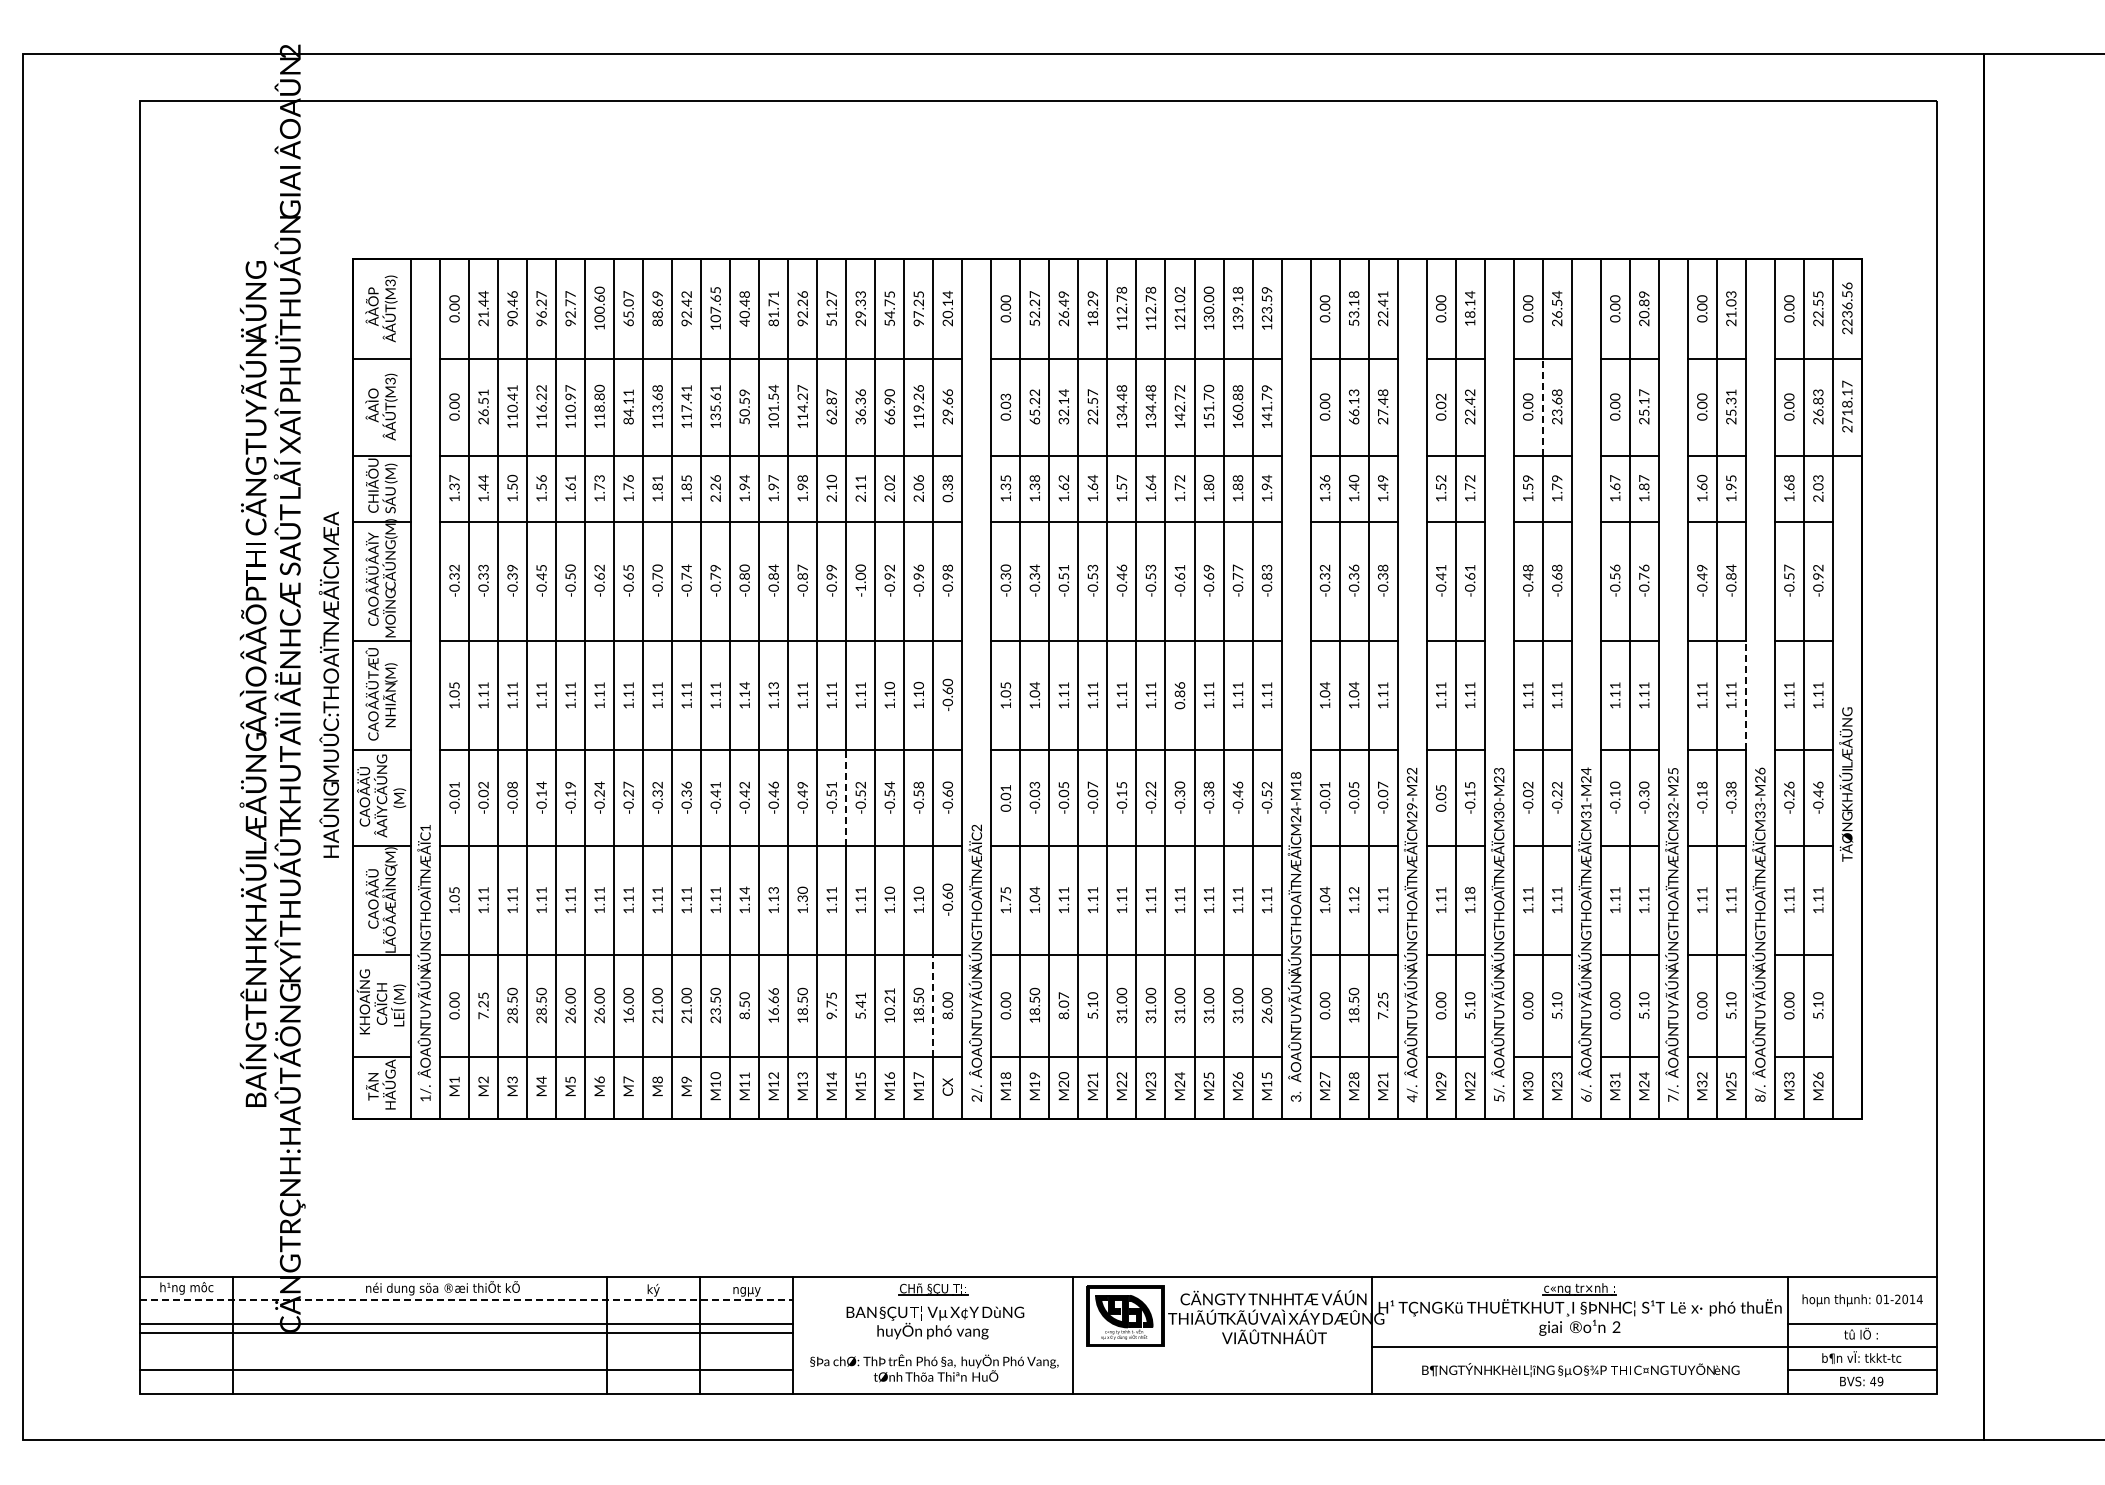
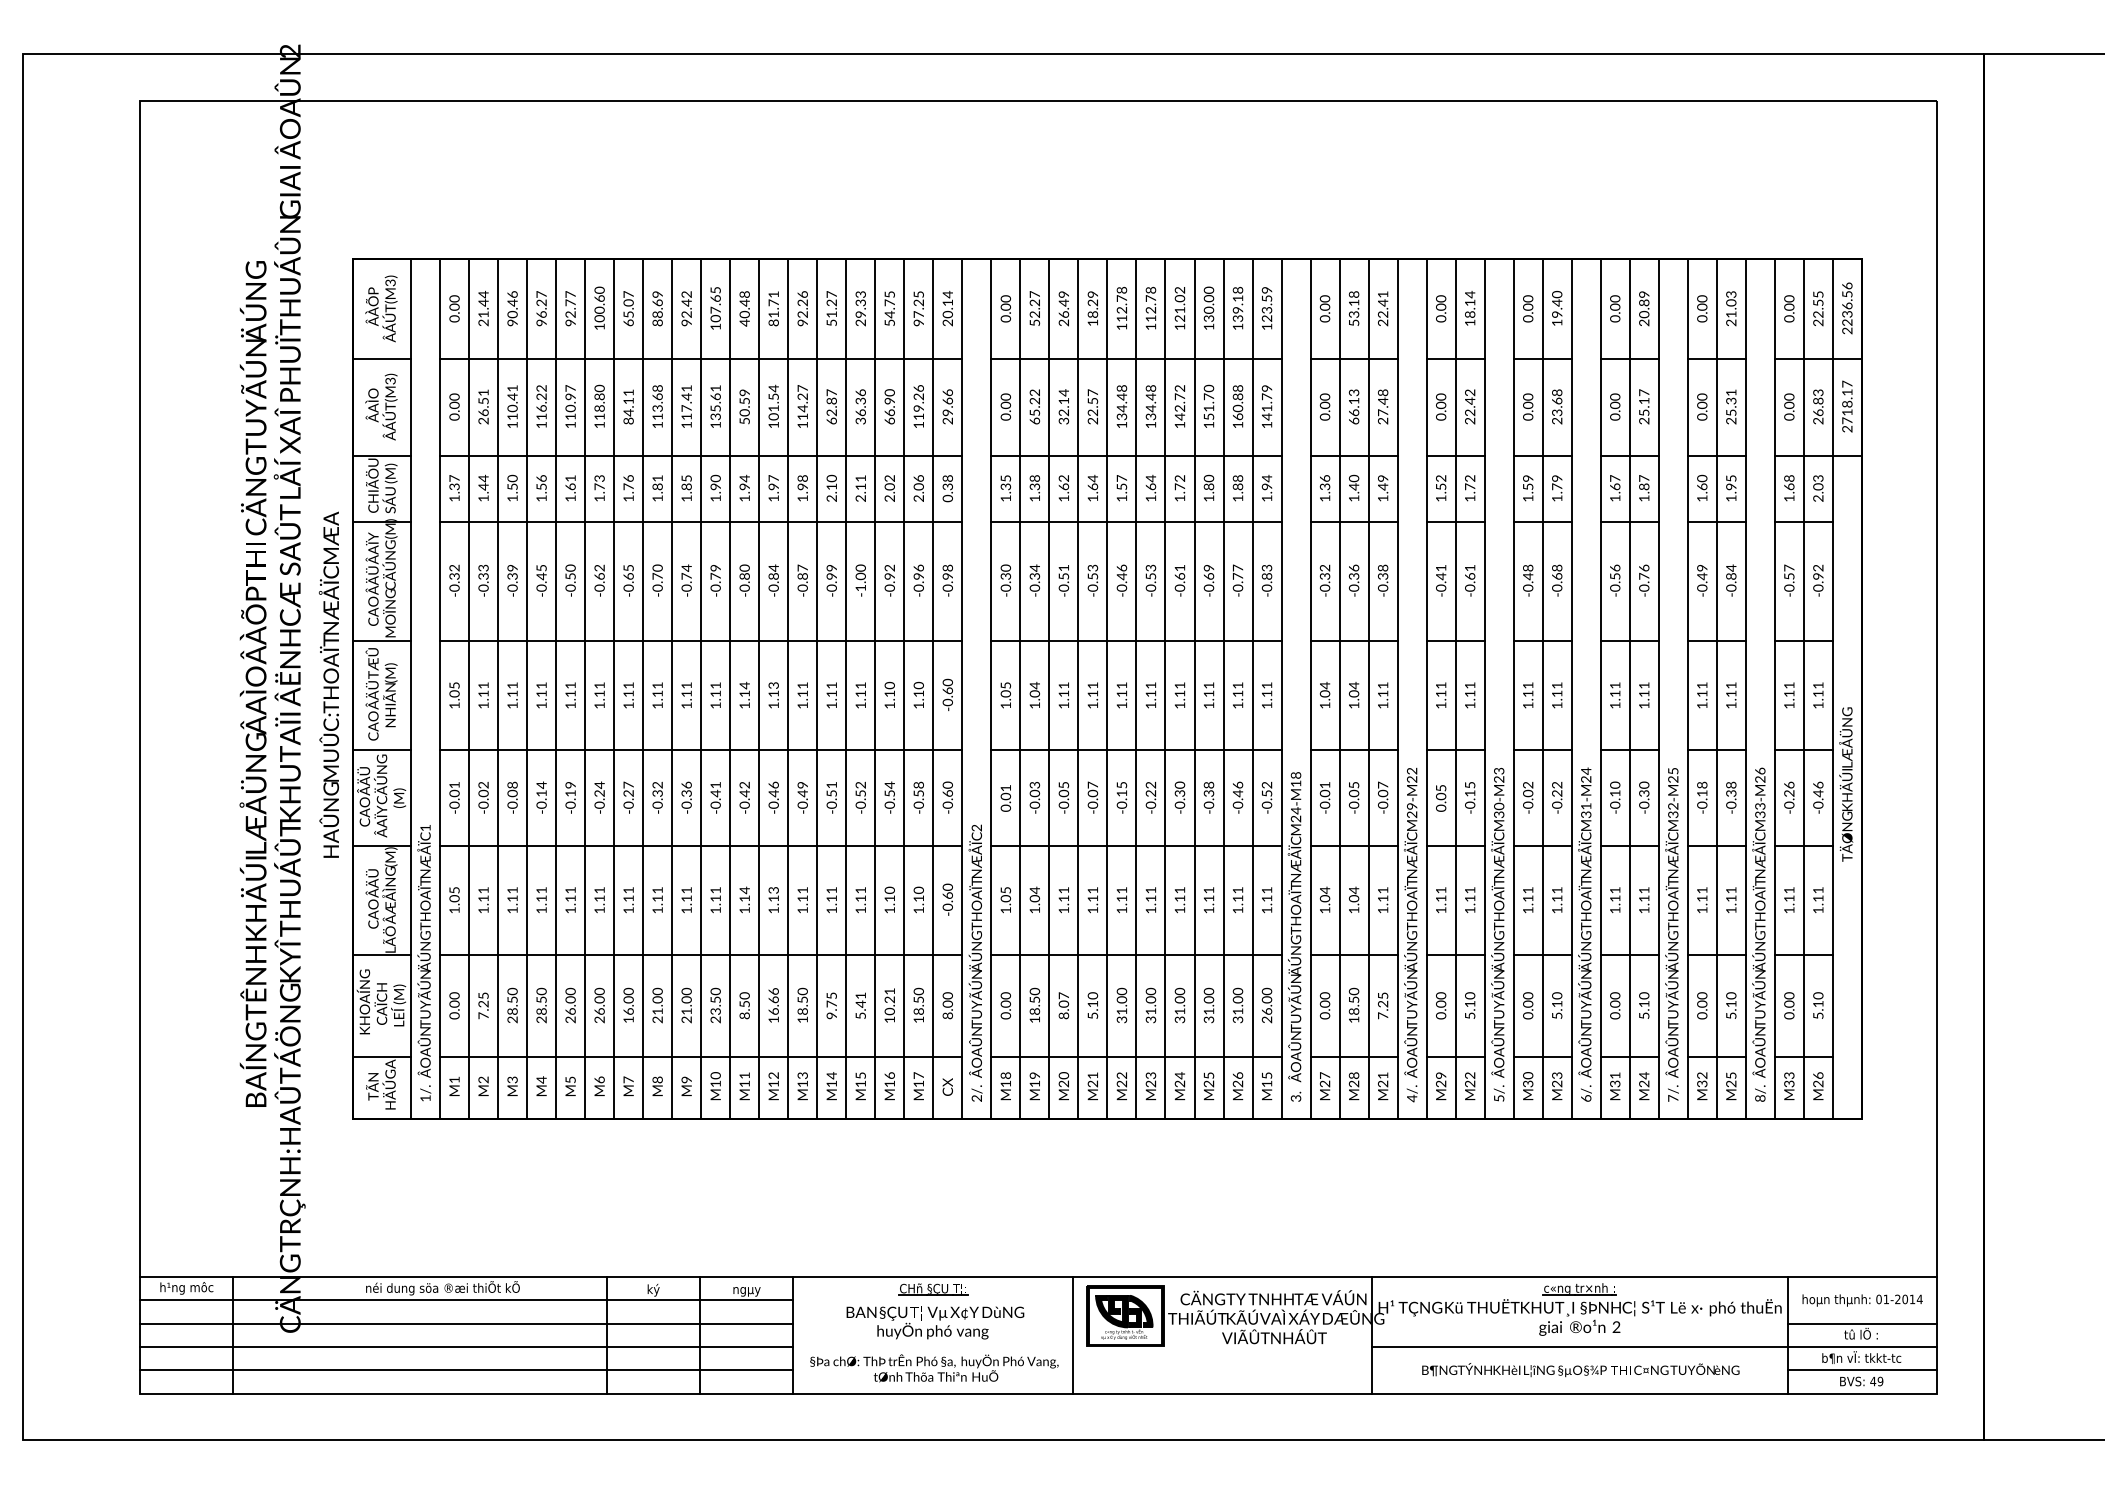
text at (1557, 308): 26.54 -> 19.40
text at (1005, 396): 0.03 -> 0.00
text at (1442, 396): 0.02 -> 0.00
line at (1542, 407): dashed -> solid
text at (715, 487): 2.26 -> 1.90
text at (1179, 695): 0.86 -> 1.11
line at (1745, 695): dashed -> solid
line at (846, 798): dashed -> solid
text at (1470, 890): 1.18 -> 1.11
text at (802, 893): 1.30 -> 1.11
text at (1353, 894): 1.12 -> 1.04
text at (1005, 898): 1.75 -> 1.05
line at (933, 1005): dashed -> solid
line at (466, 1300): dashed -> solid
line at (466, 1332) position: (466, 1332) -> (466, 1346)
